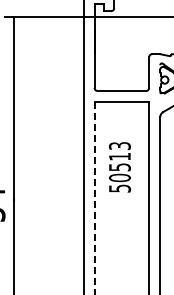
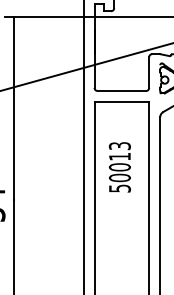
line at (86, 67): none -> present
text at (119, 167): 50513 -> 50013
line at (94, 199): dashed -> solid
